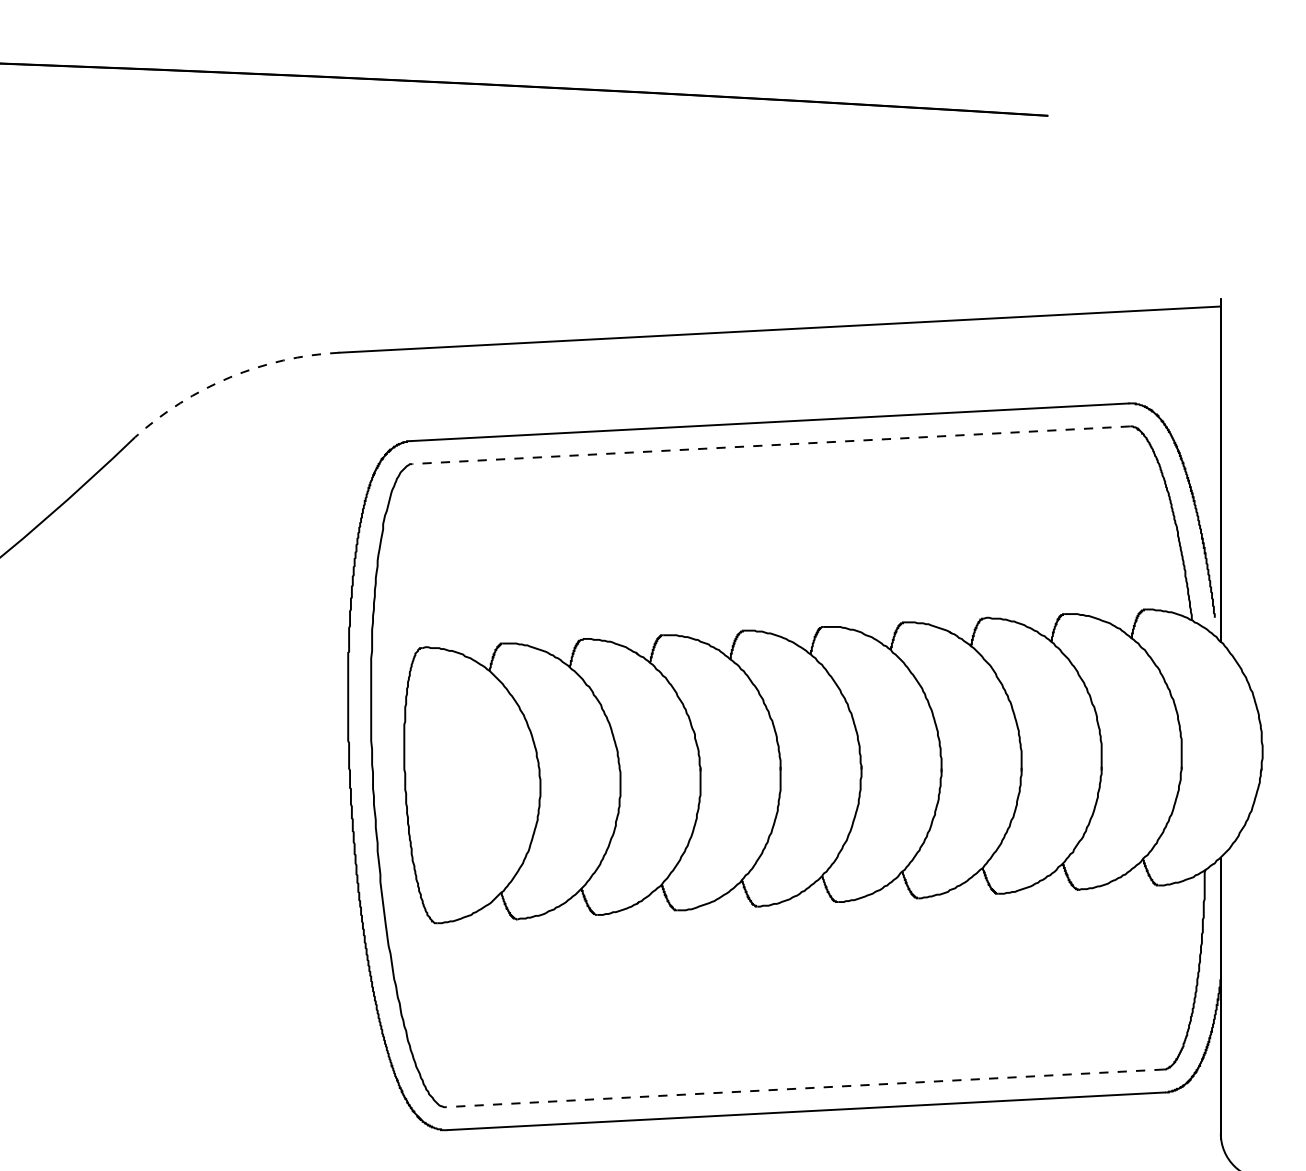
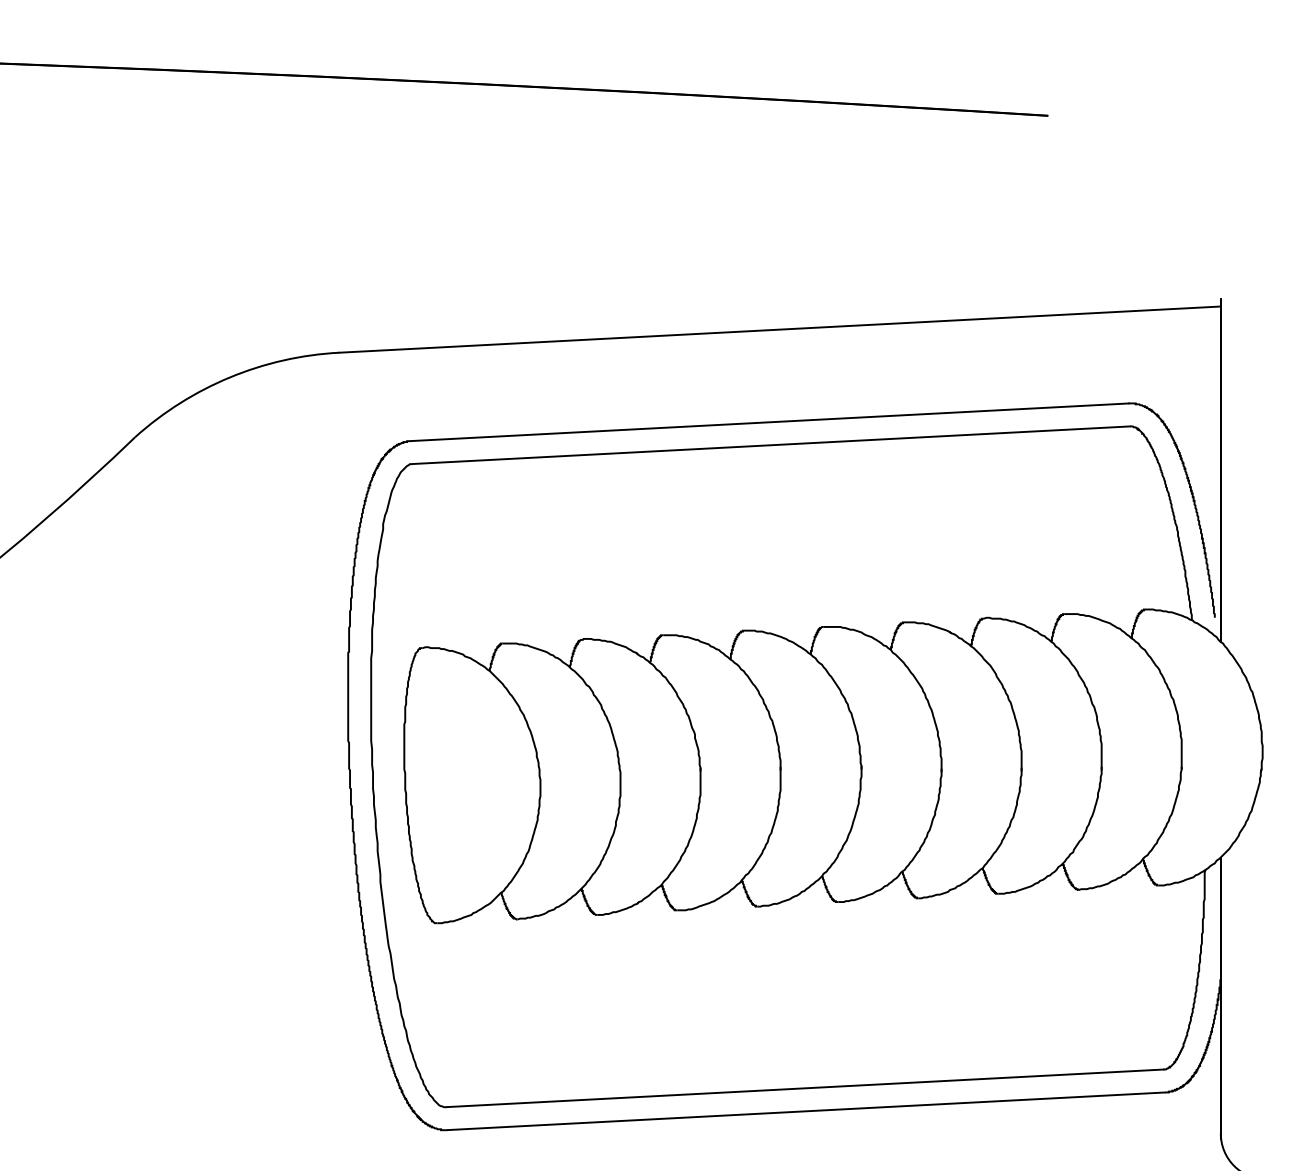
arc at (230, 377): dashed -> solid
line at (771, 445): dashed -> solid
line at (805, 1088): dashed -> solid
